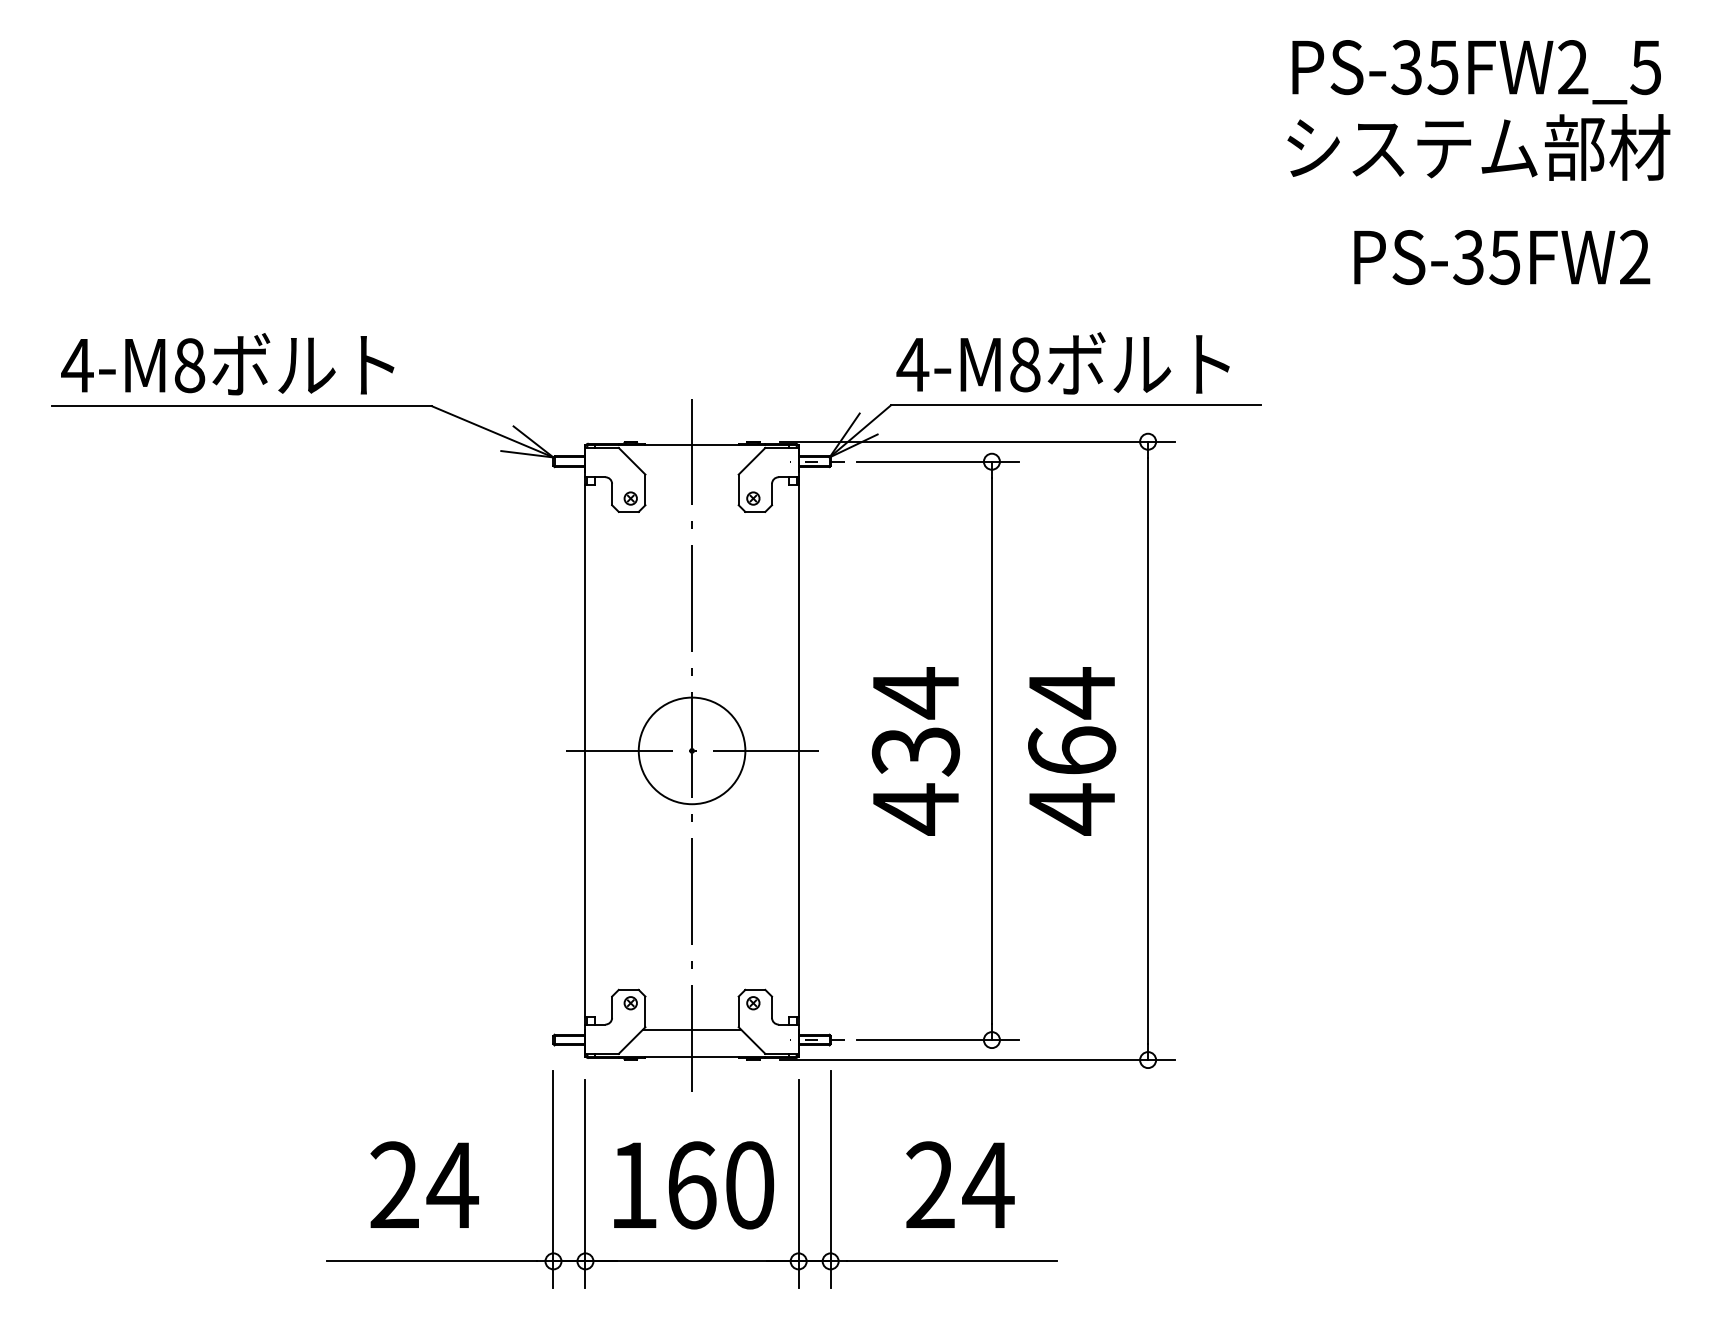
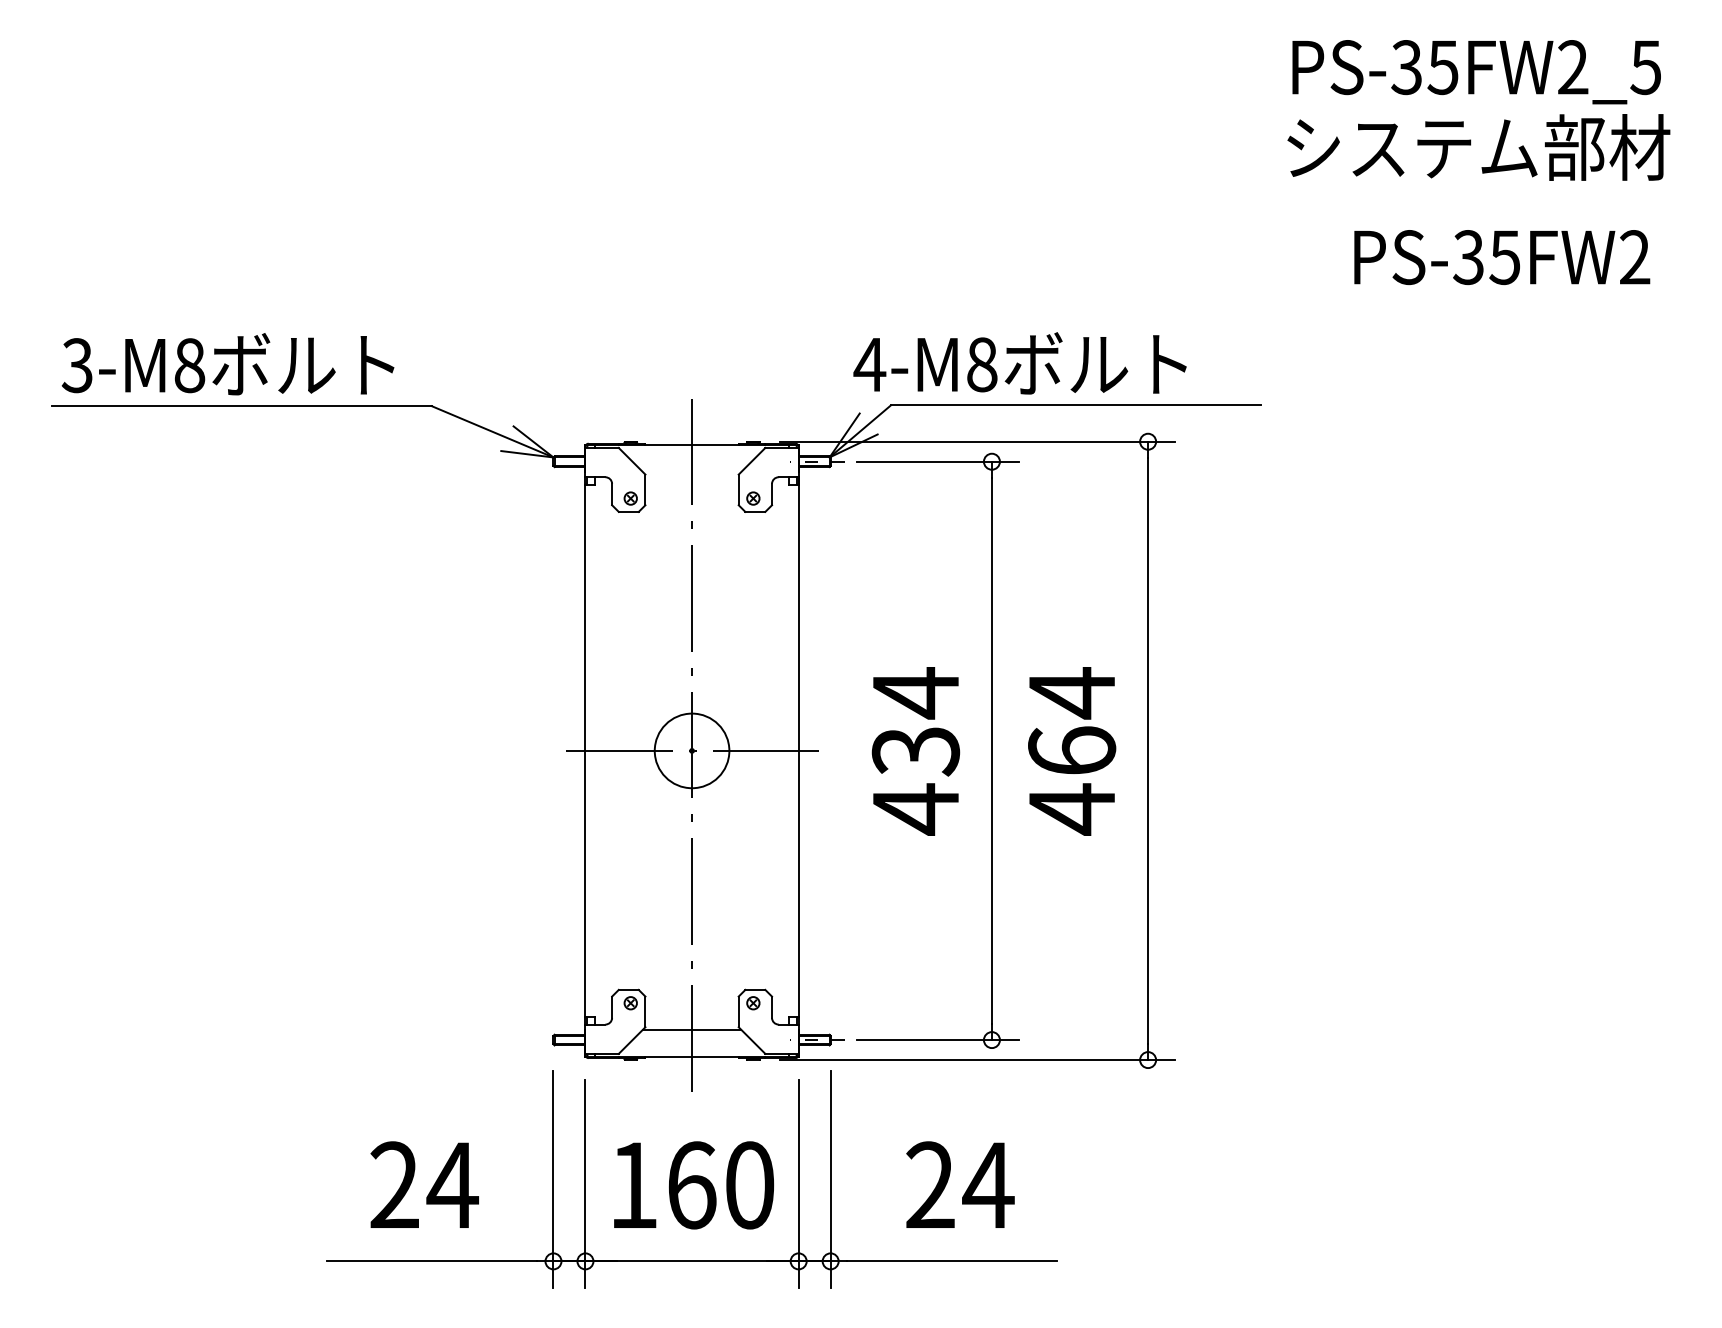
text at (1062, 363) position: (1062, 363) -> (1019, 363)
text at (77, 365): 4-M8 -> 3-M8
circle at (691, 750) diameter: 107 px -> 75 px
